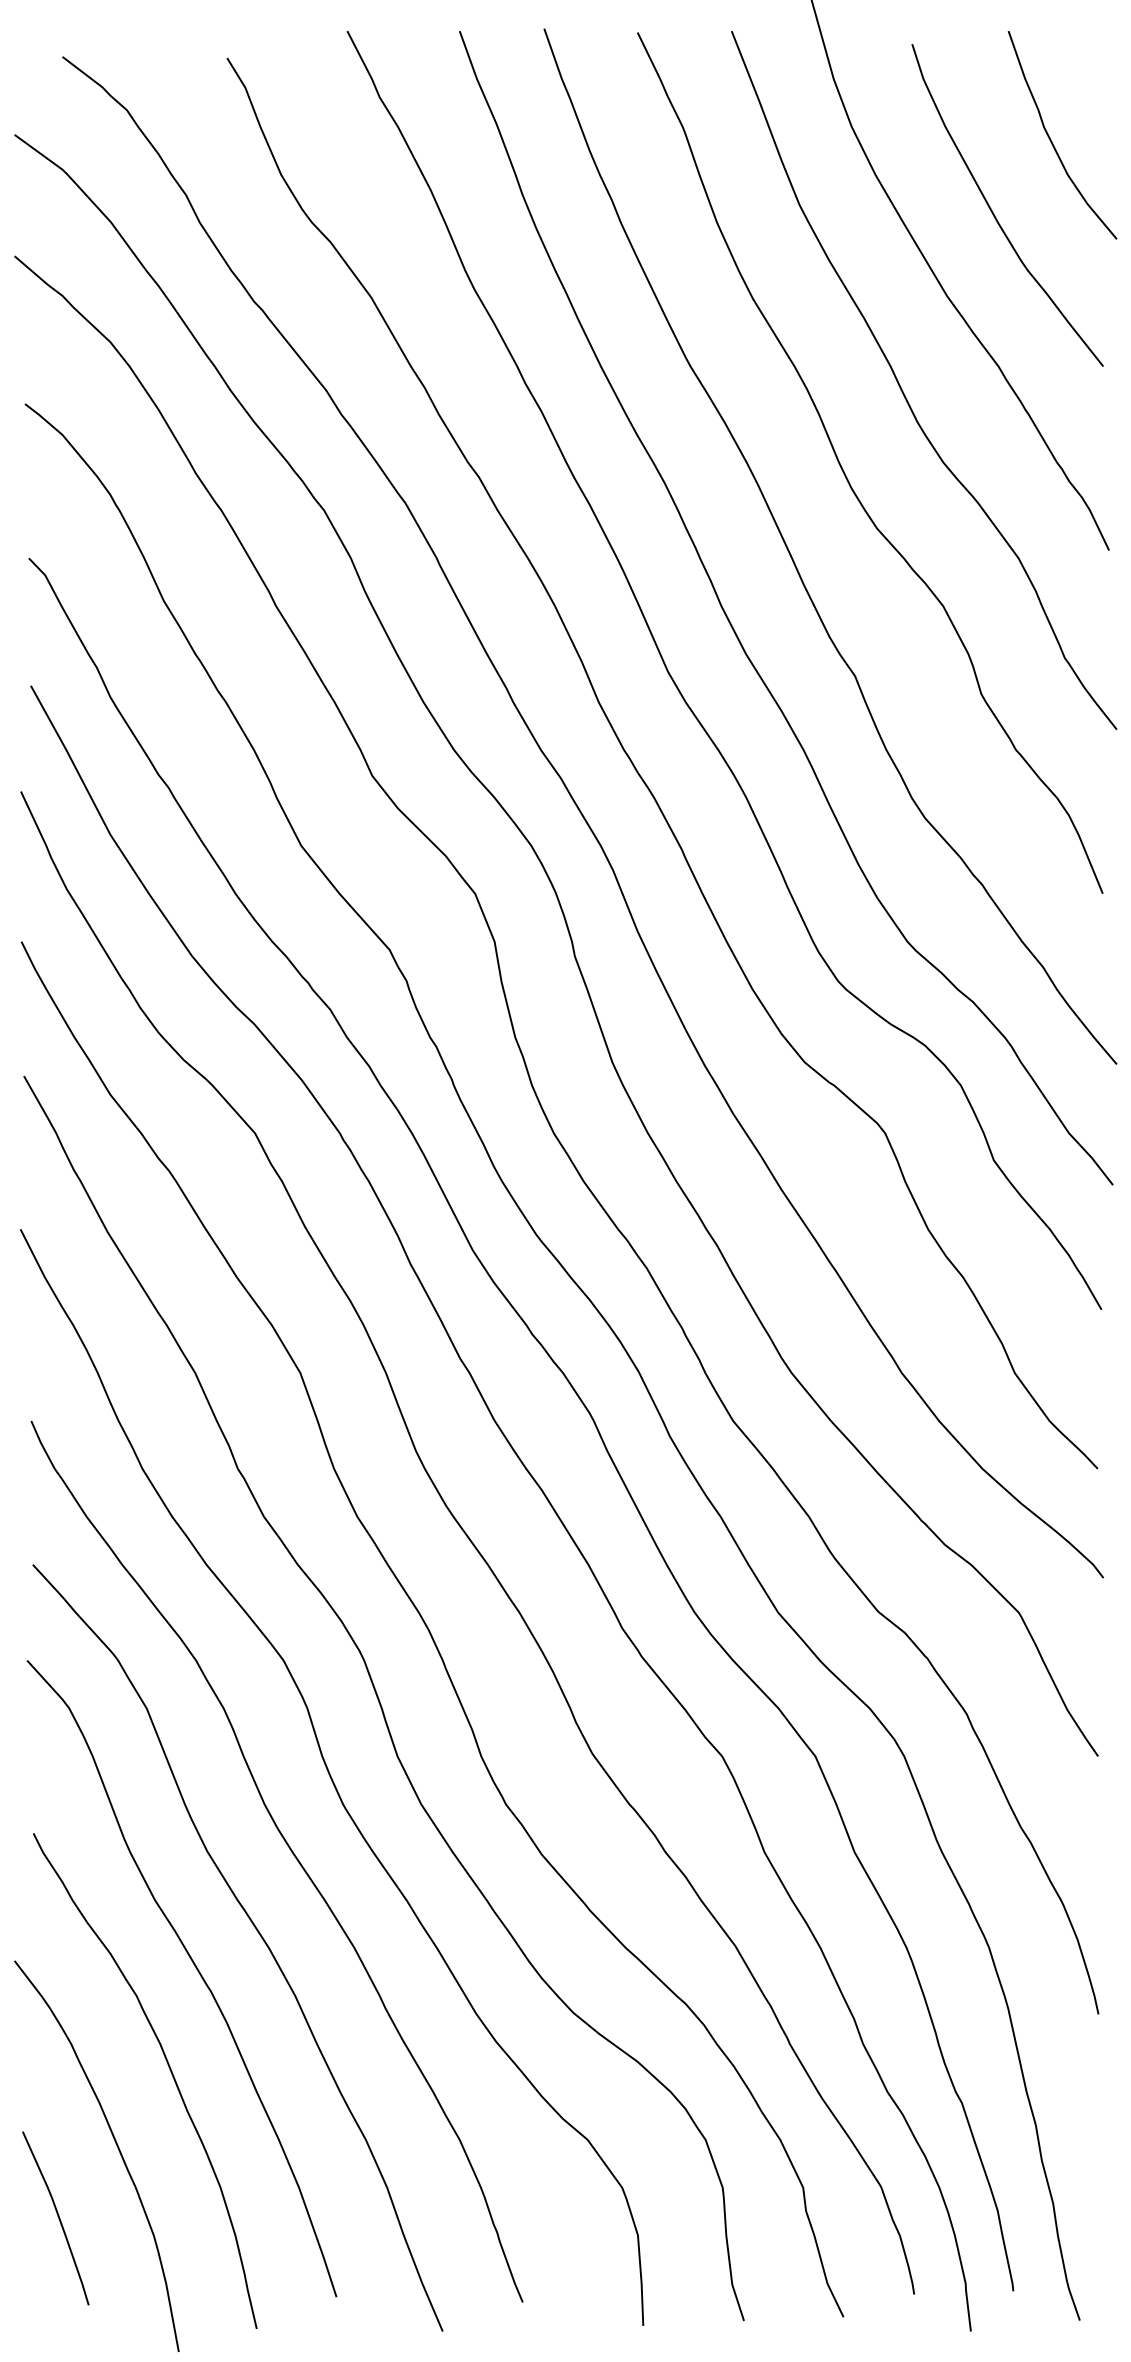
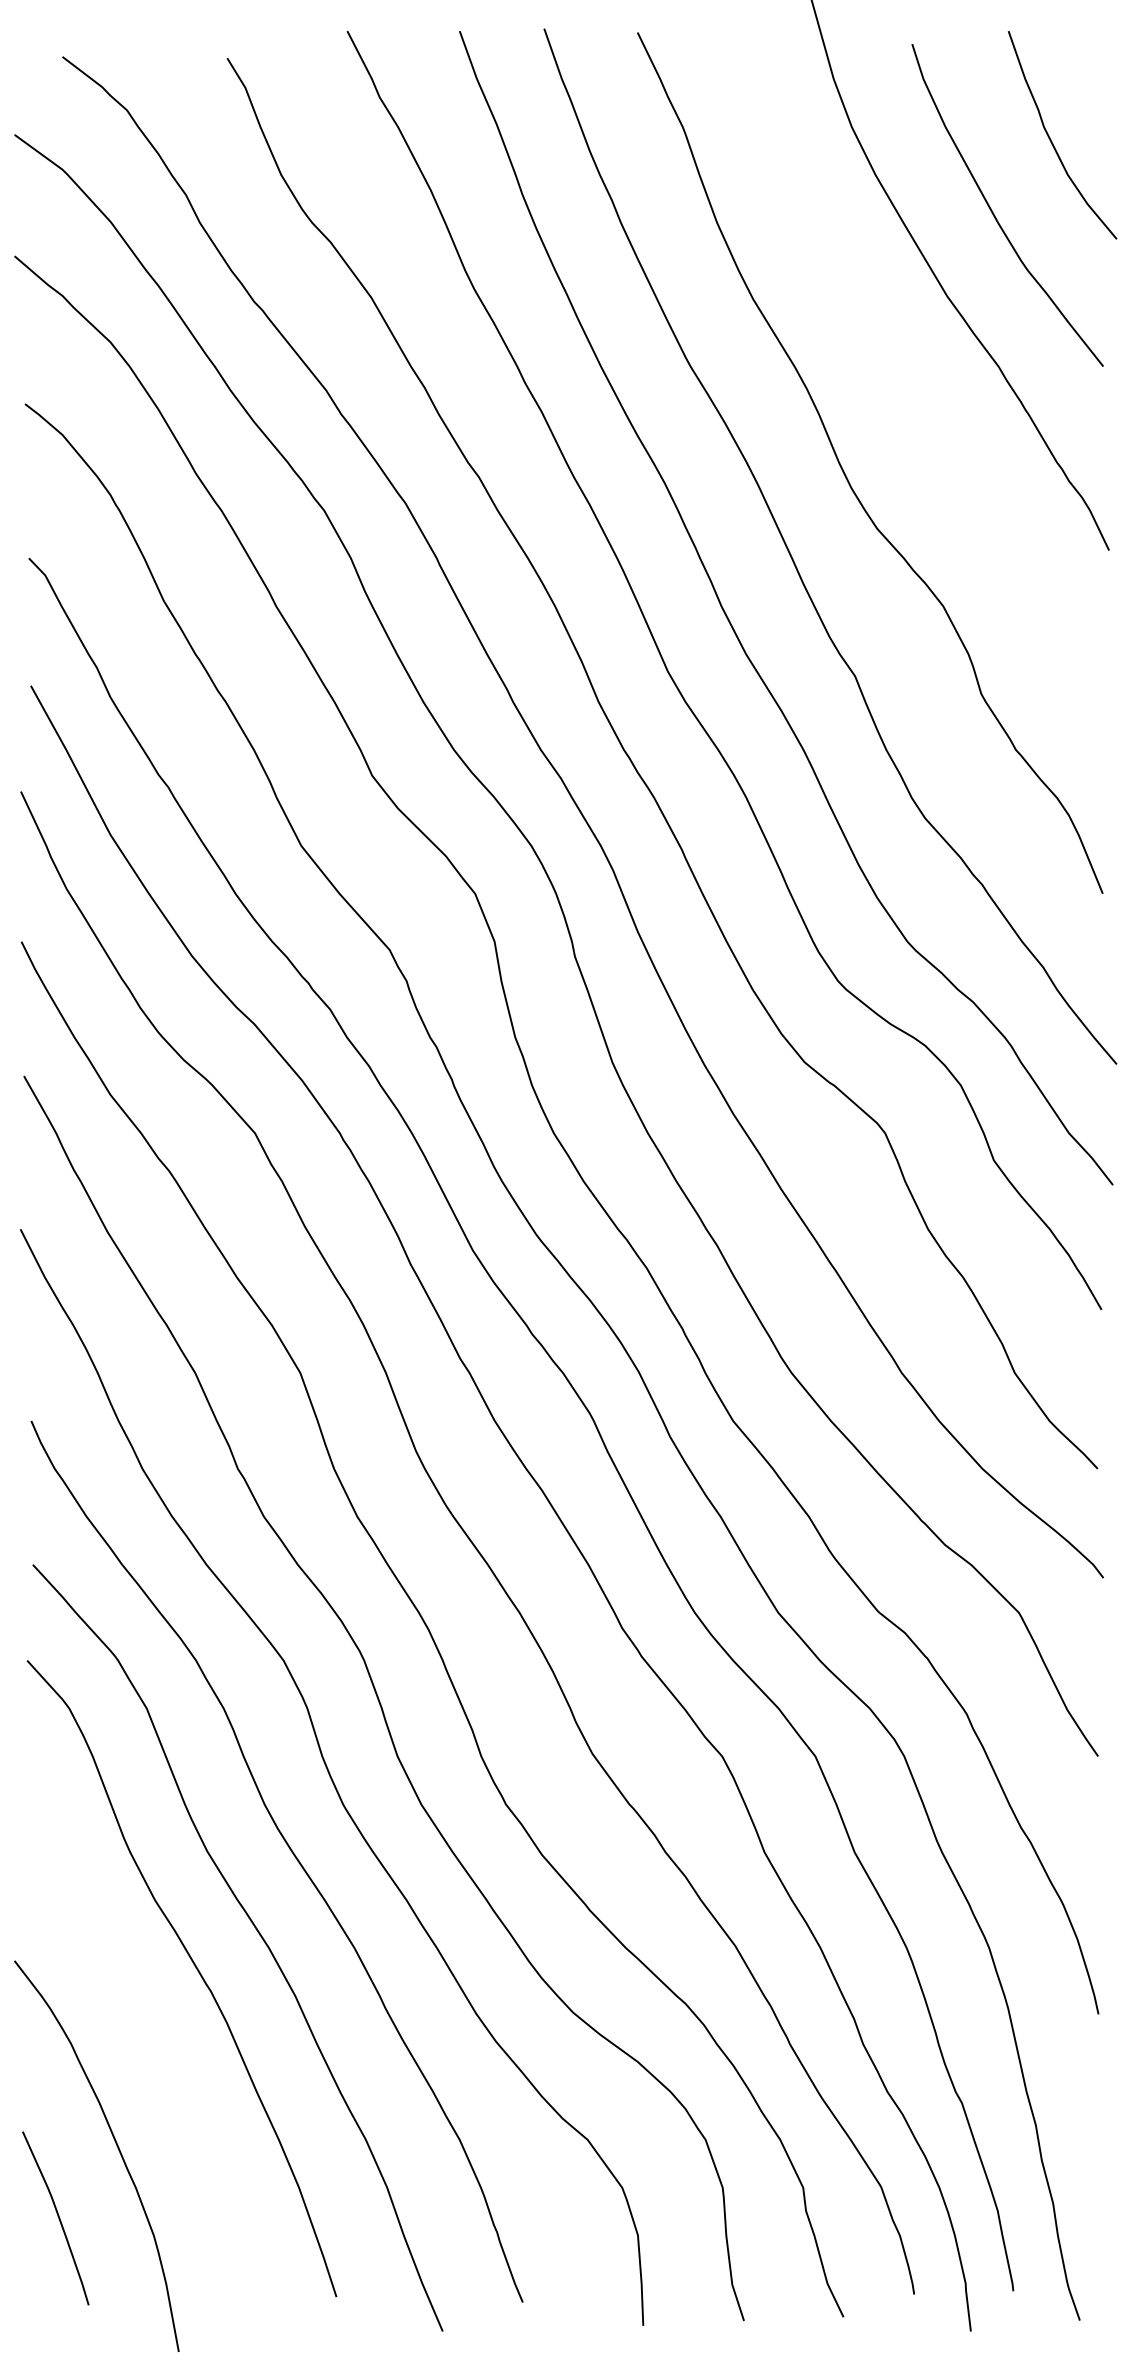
curve at (903, 391): present -> none
curve at (170, 2072): present -> none
